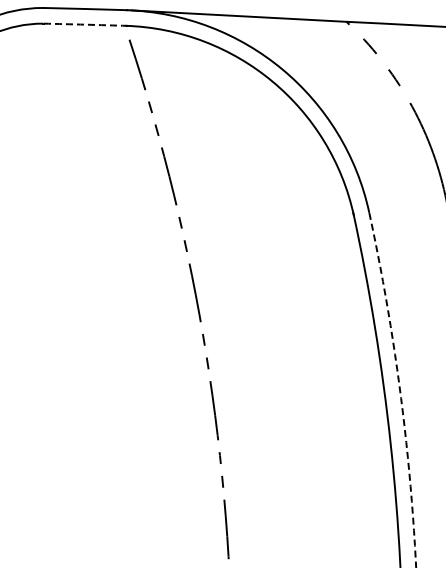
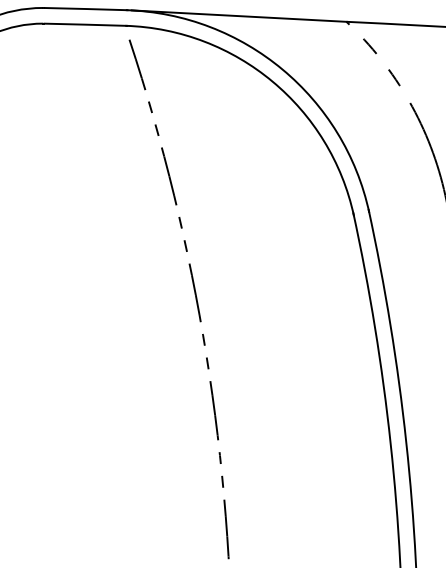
arc at (85, 24): dashed -> solid
arc at (399, 386): dashed -> solid
